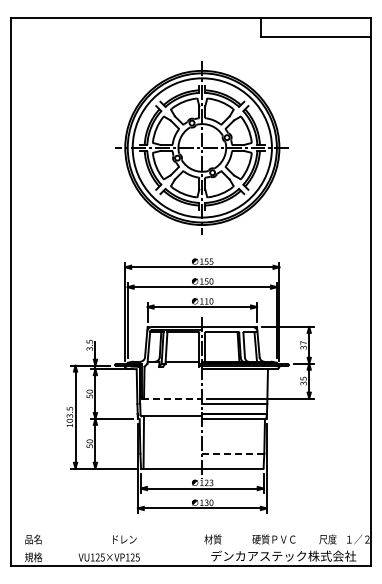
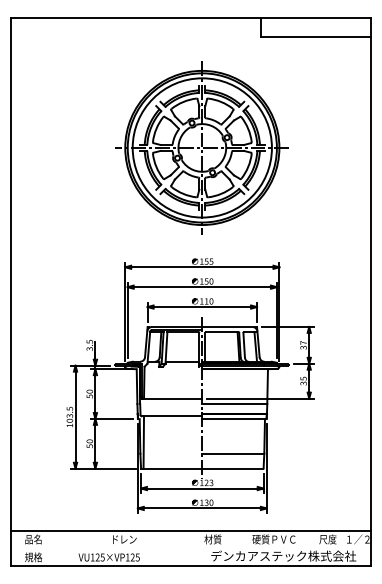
line at (172, 398): dashed -> solid
line at (233, 453): dashed -> solid
line at (190, 530): none -> present
